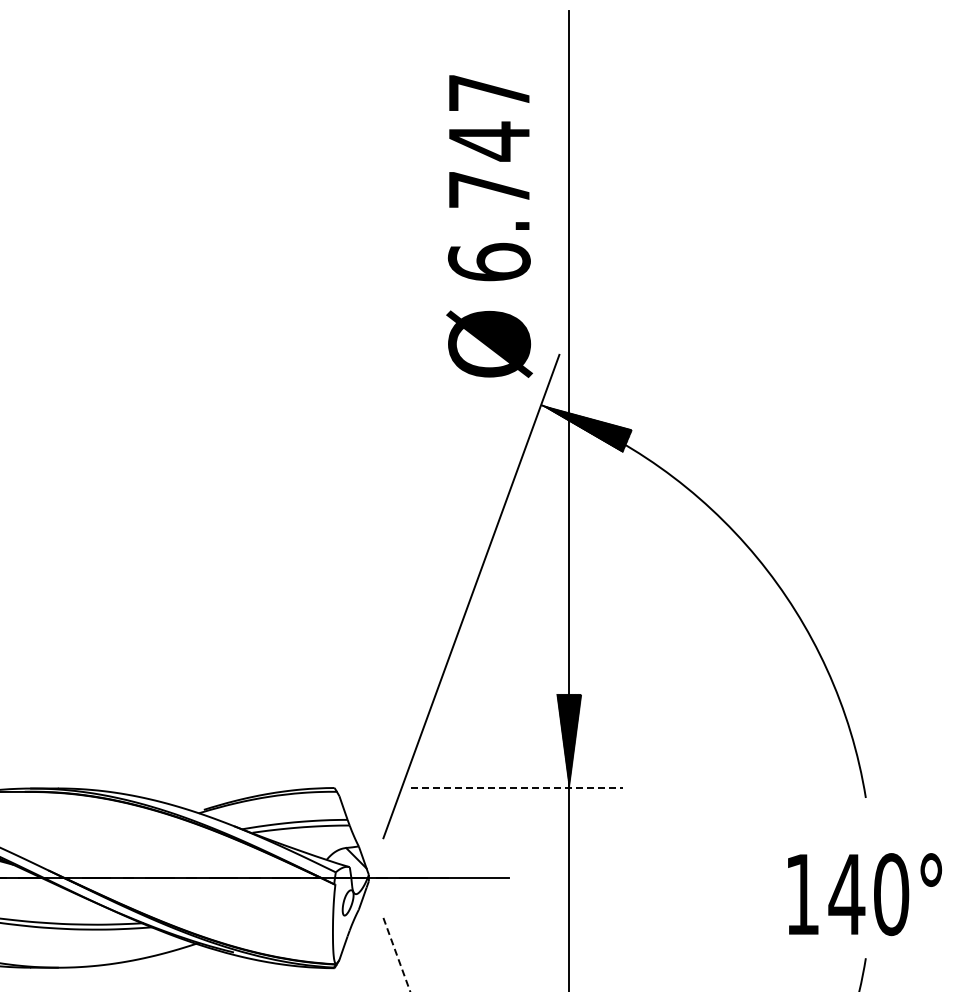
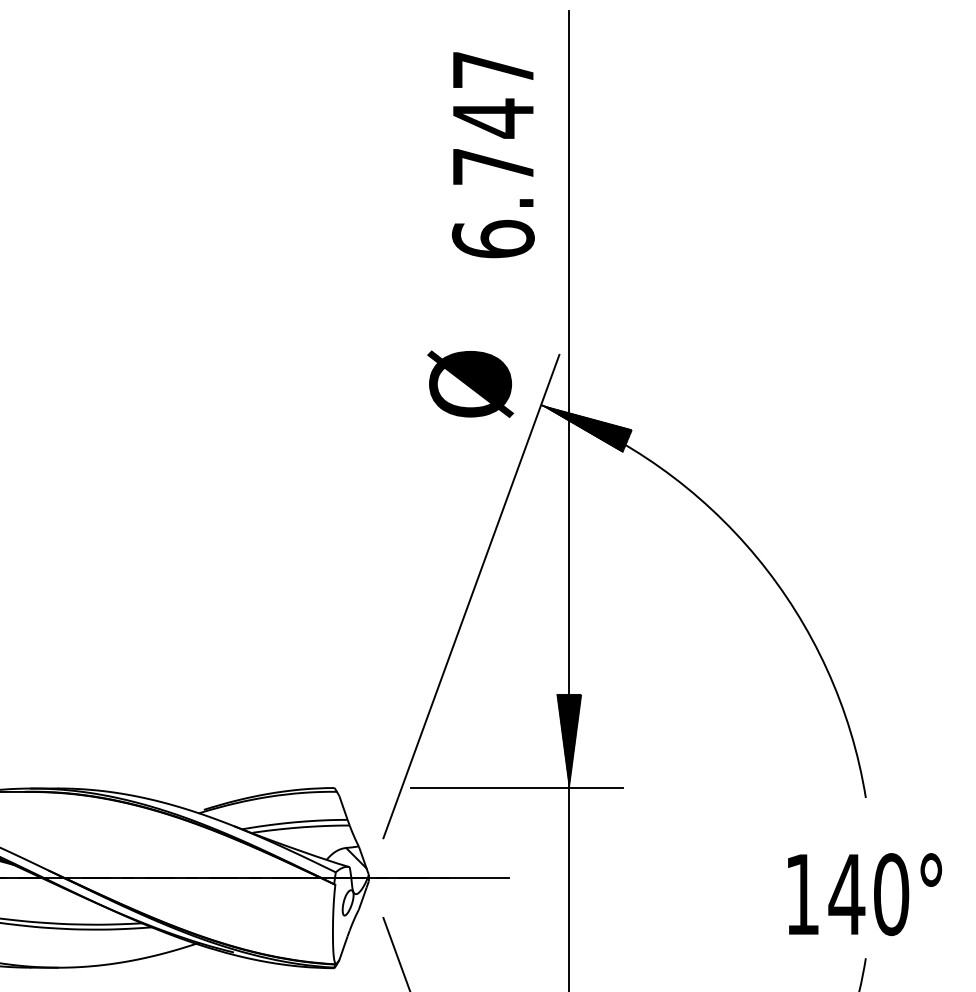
text at (489, 178) position: (489, 178) -> (493, 155)
text at (489, 343) position: (489, 343) -> (470, 383)
line at (516, 788): dashed -> solid
line at (396, 954): dashed -> solid
